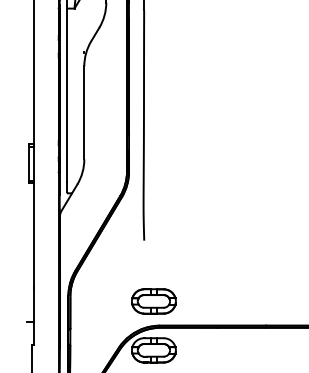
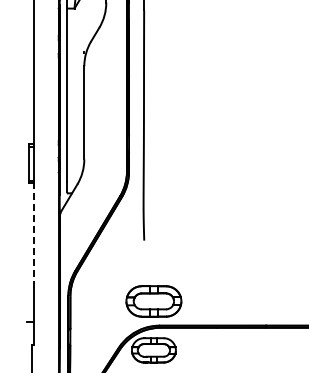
line at (34, 235): solid -> dashed
part at (153, 301) size: 46x27 px -> 58x33 px
